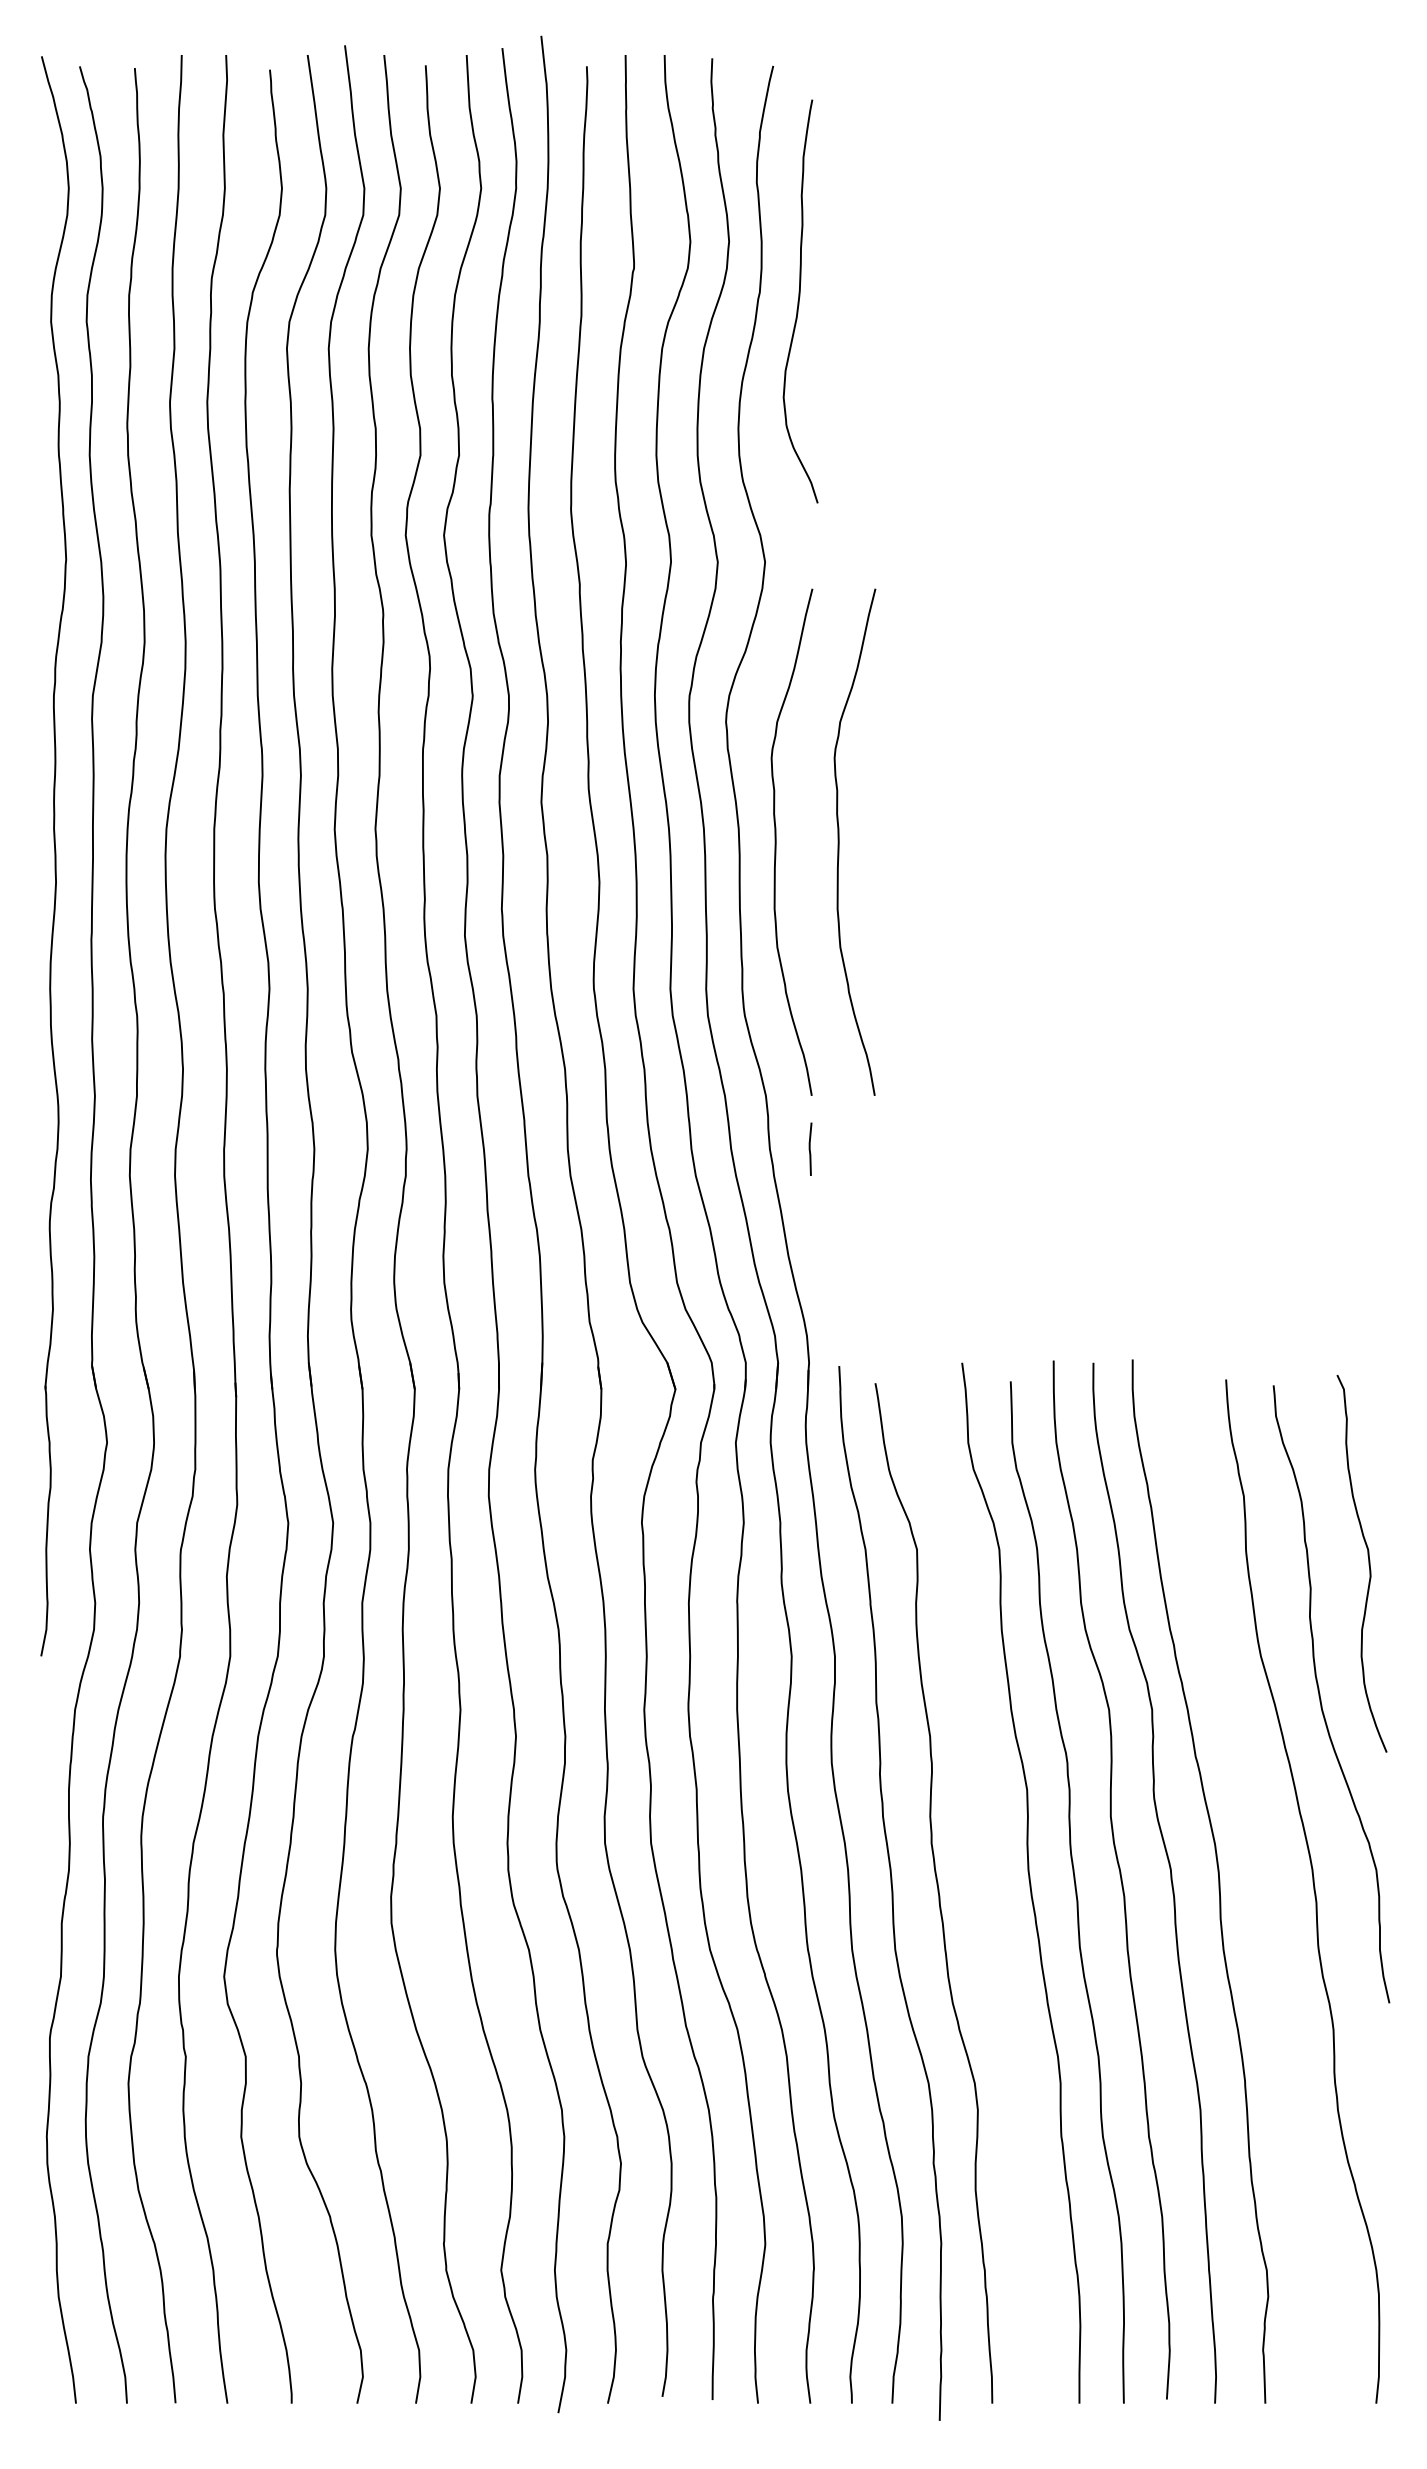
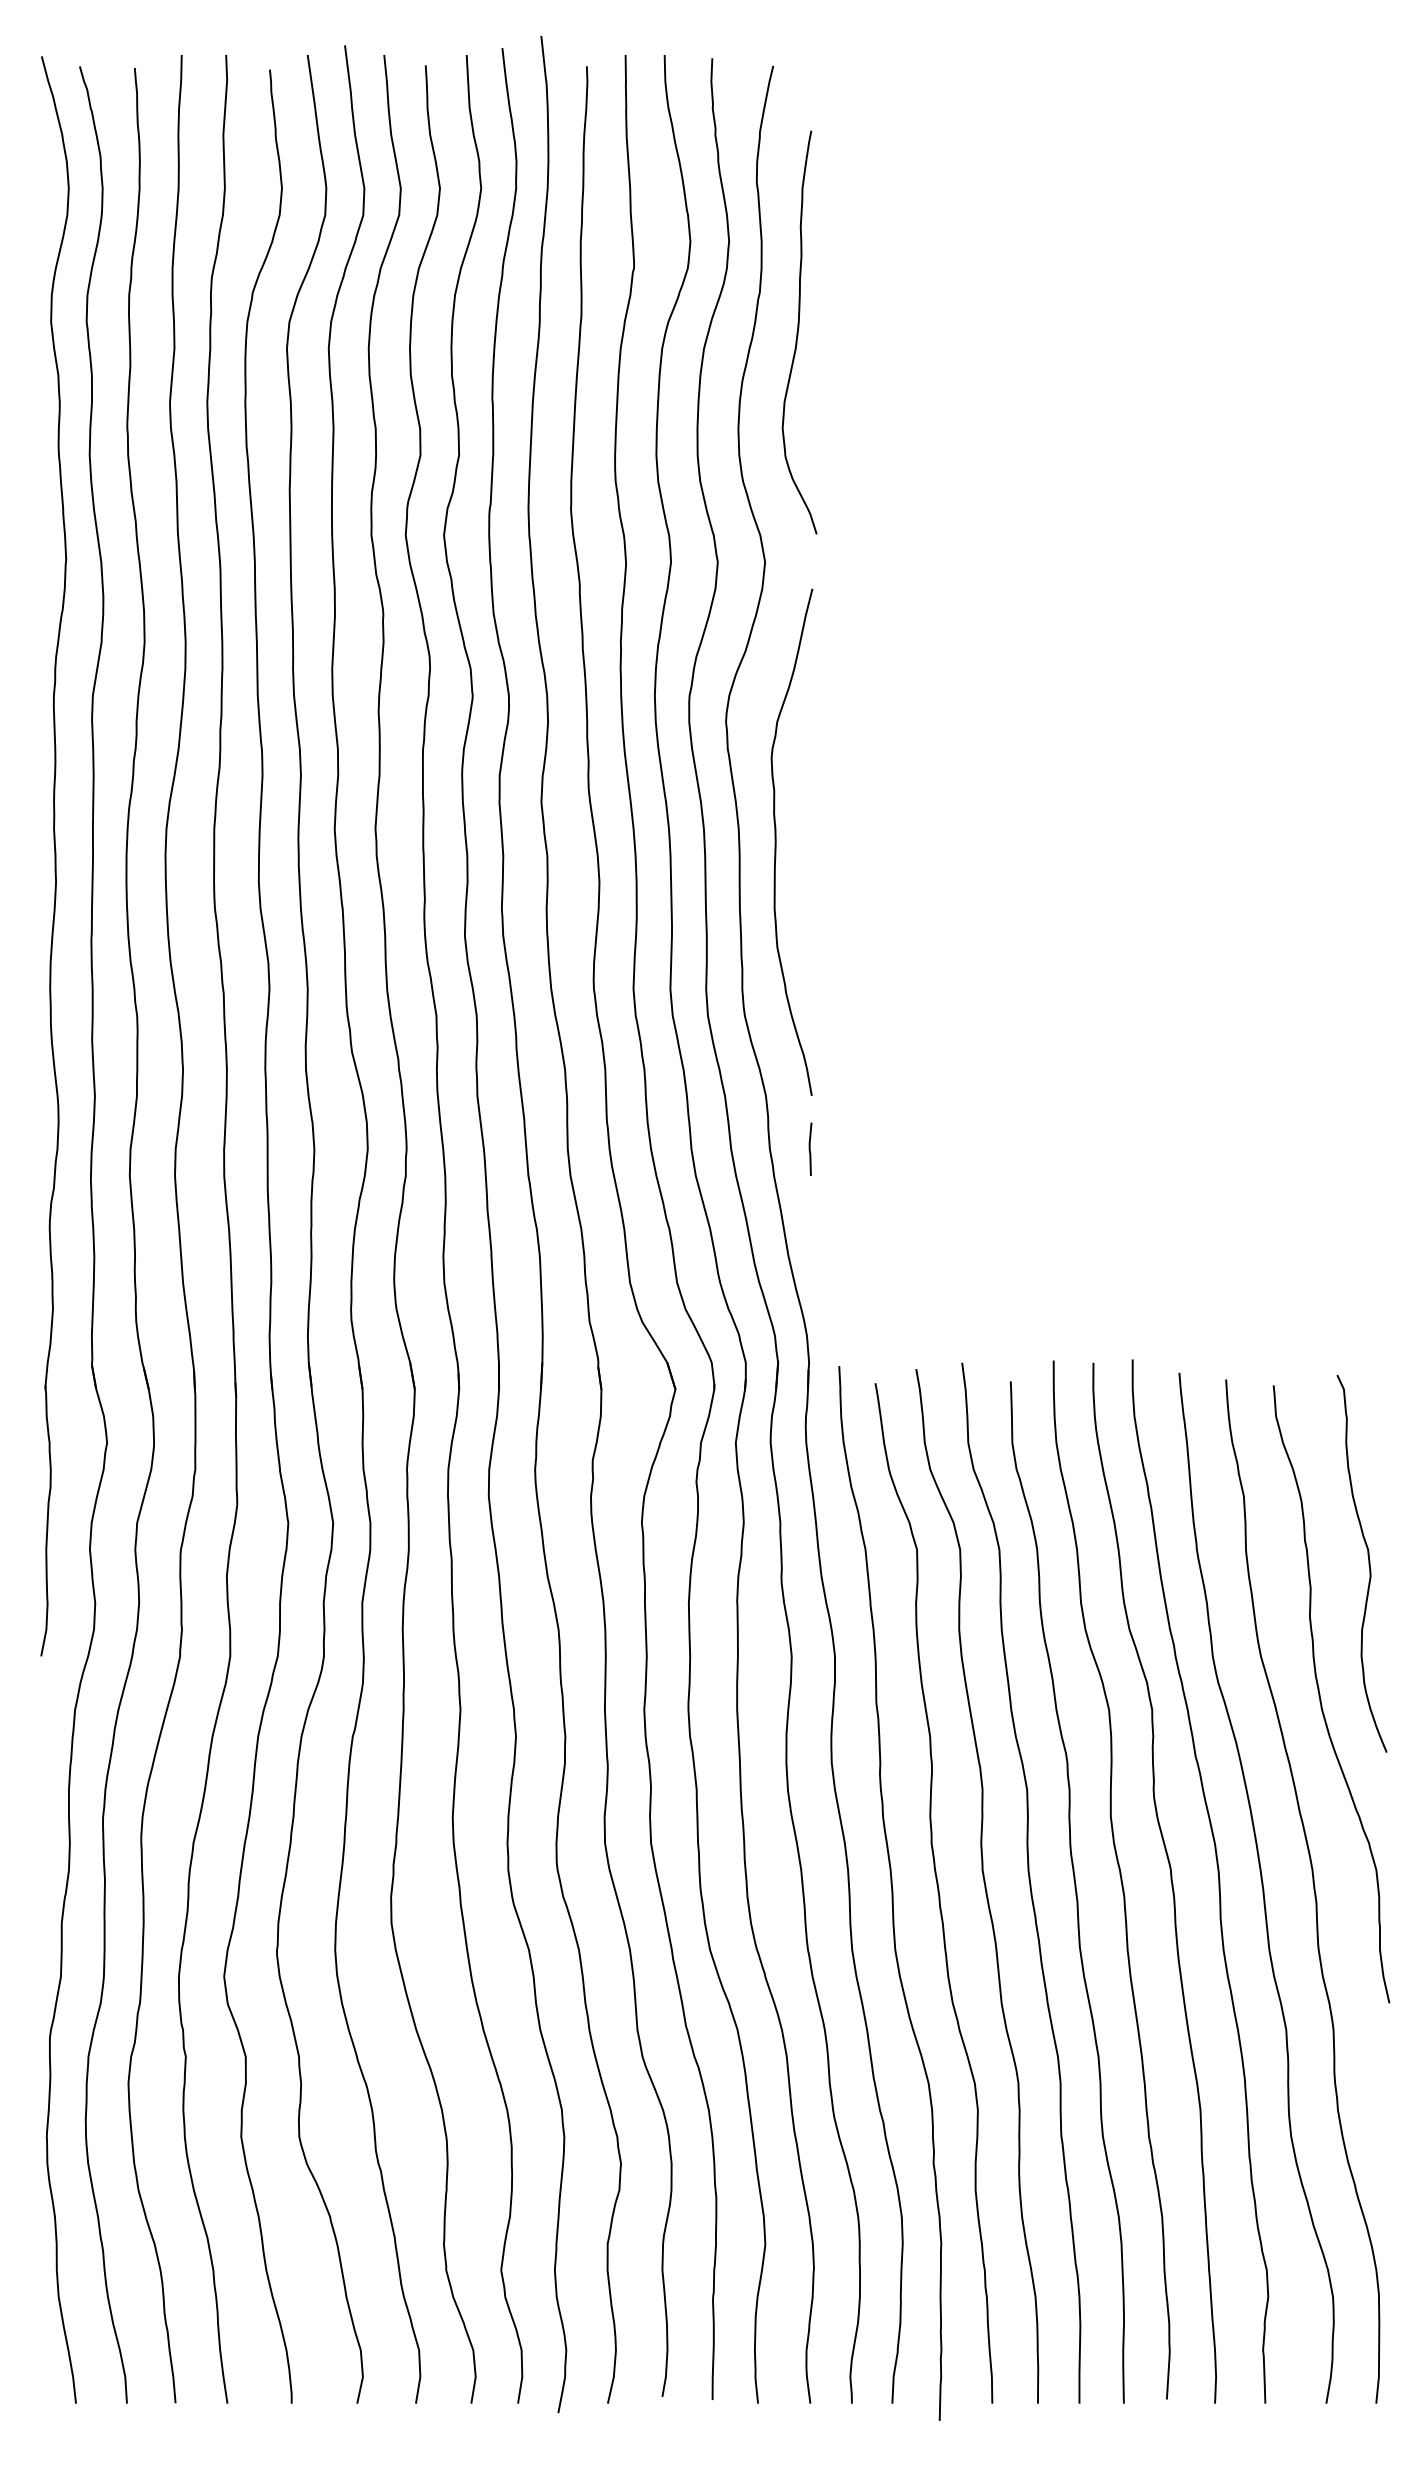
curve at (799, 301) position: (799, 301) -> (798, 332)
curve at (839, 841): present -> none
curve at (984, 1886): none -> present
curve at (1261, 1886): none -> present
